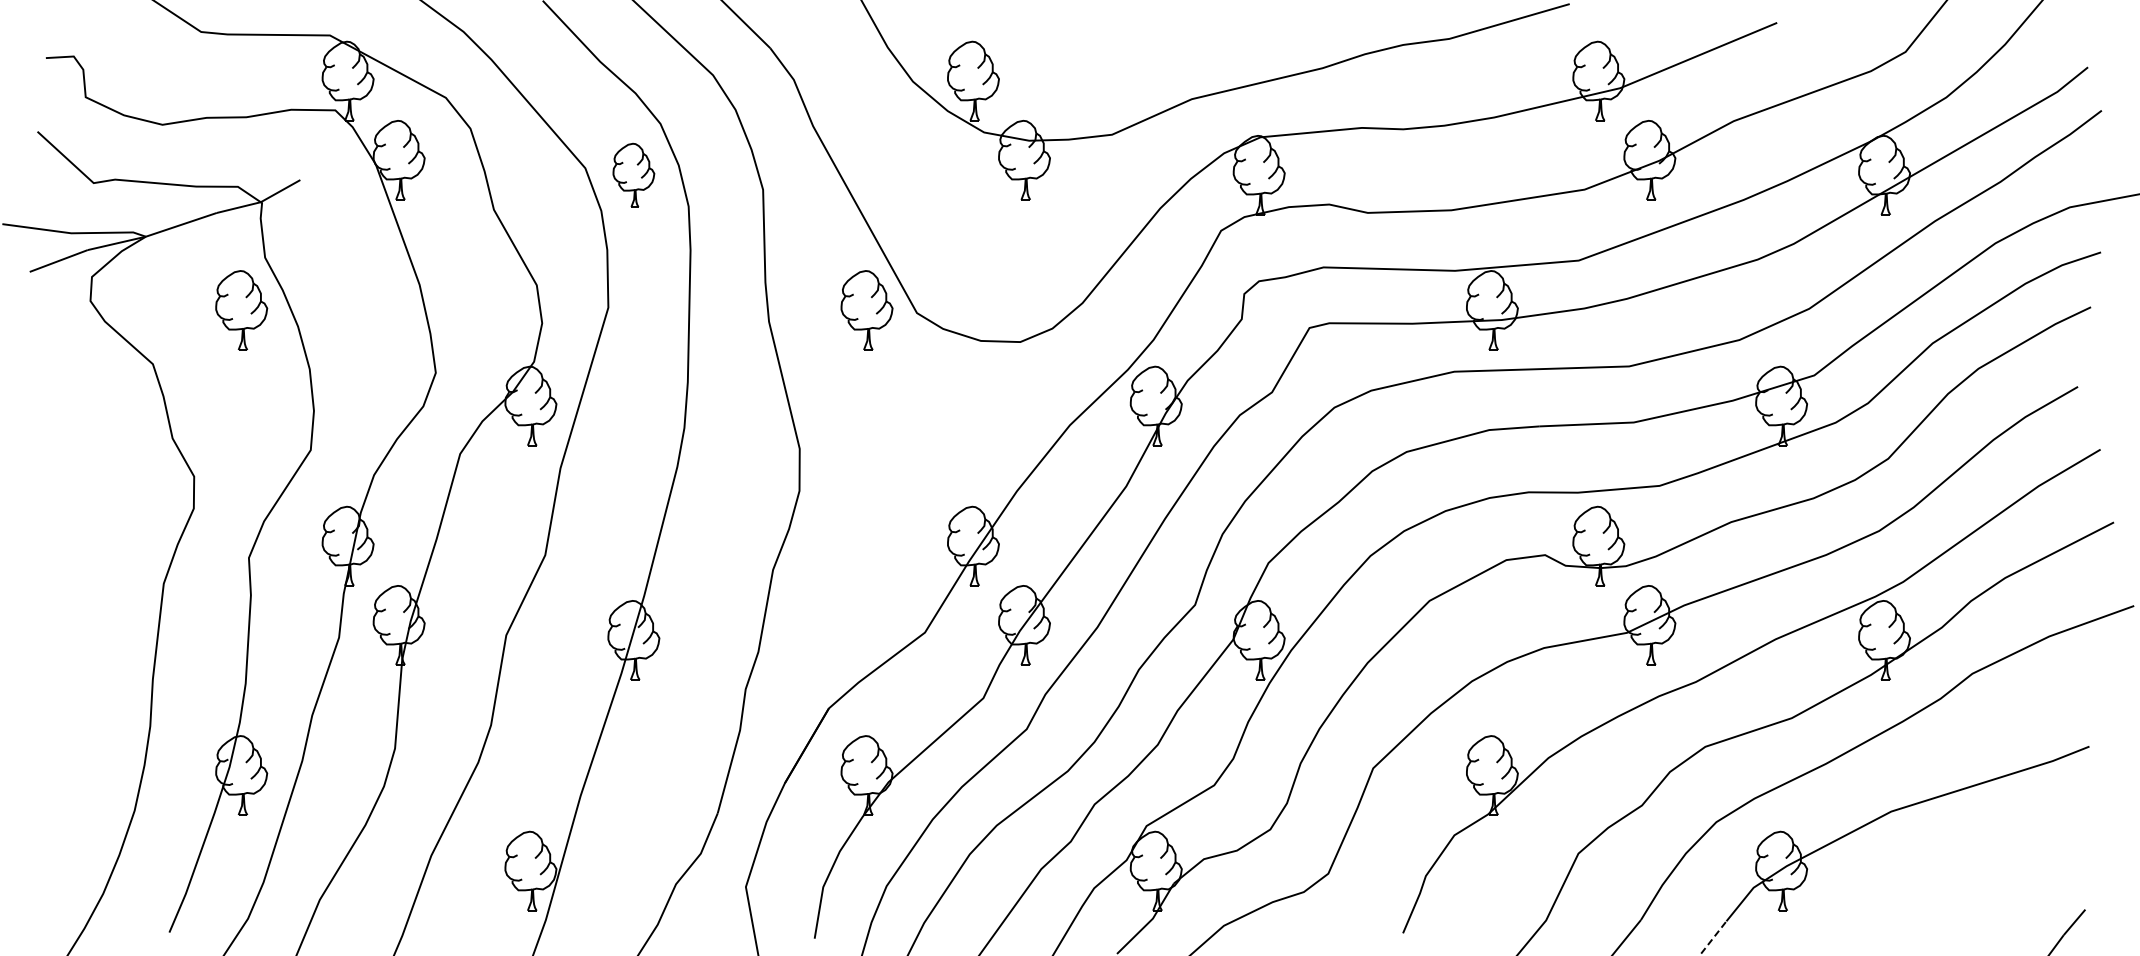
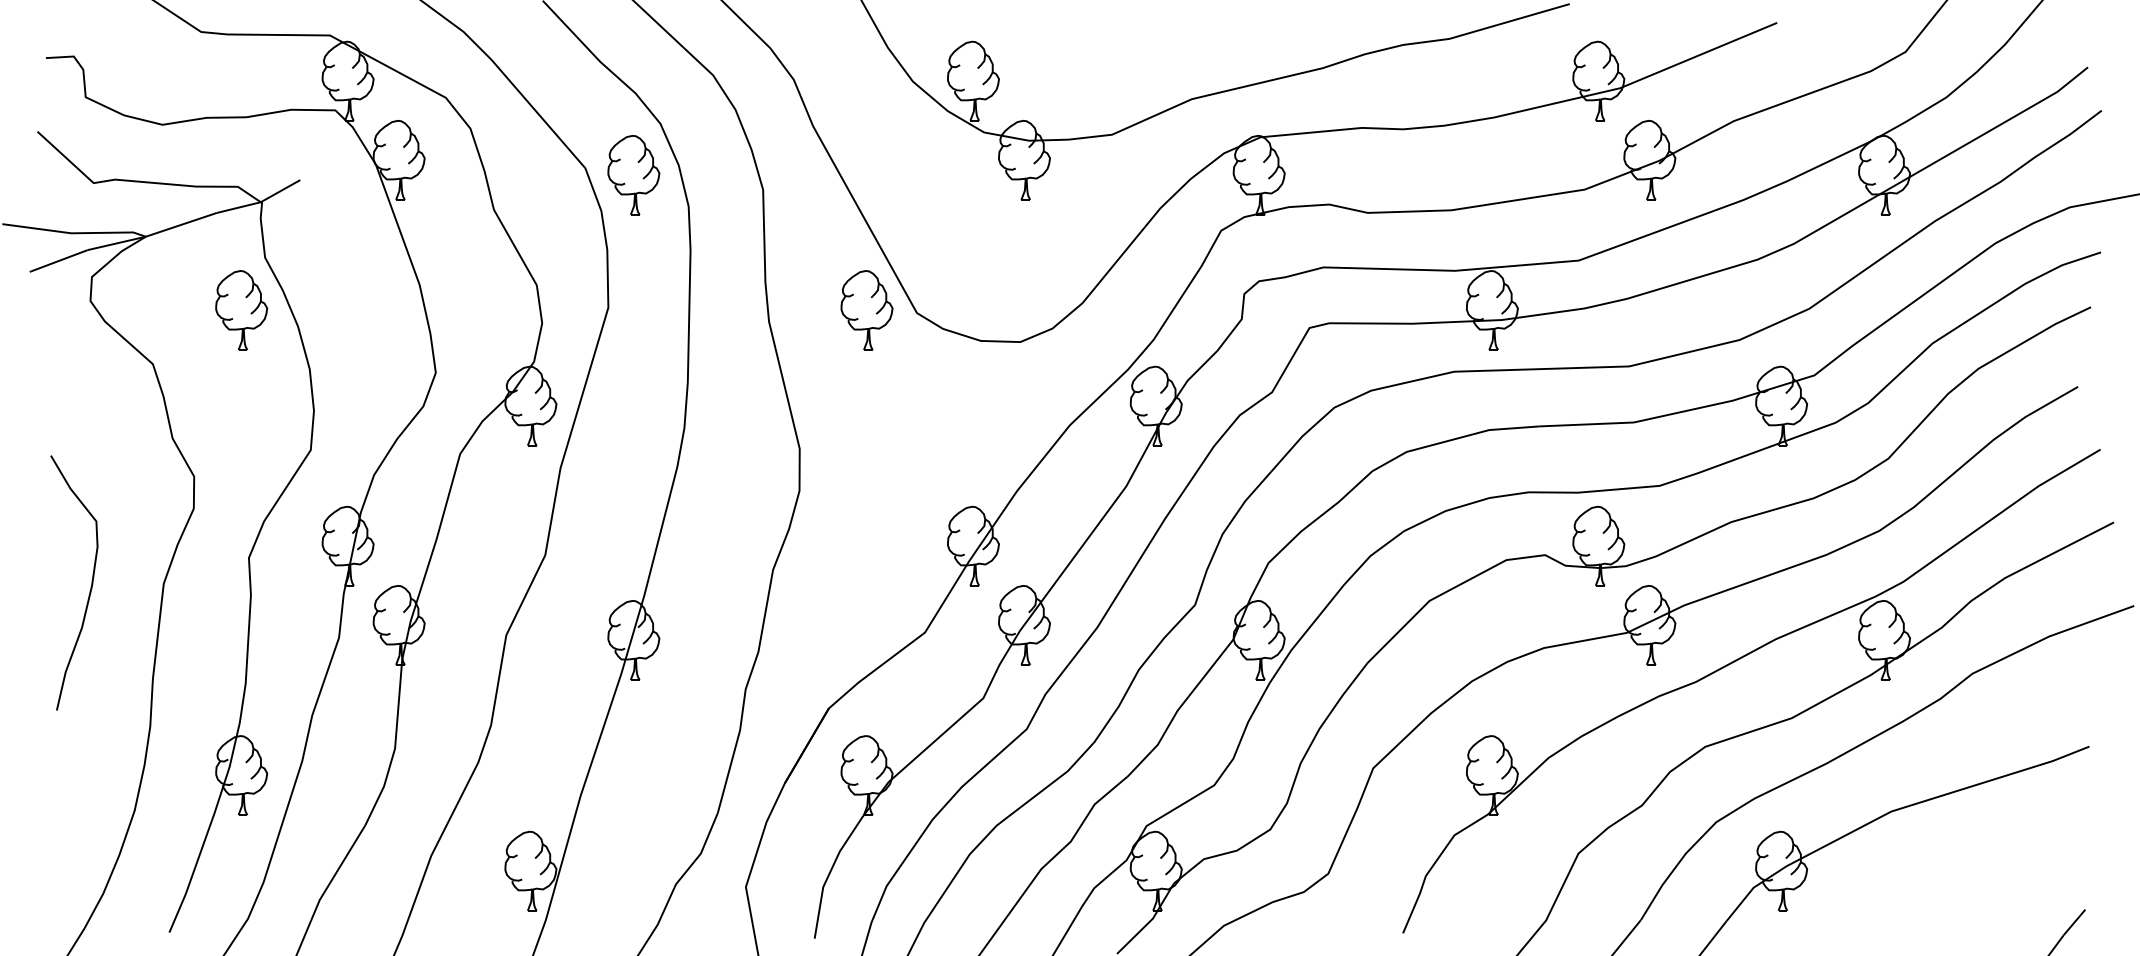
part at (633, 174) size: 44x66 px -> 54x81 px
curve at (90, 587): none -> present
line at (1713, 938): dashed -> solid
